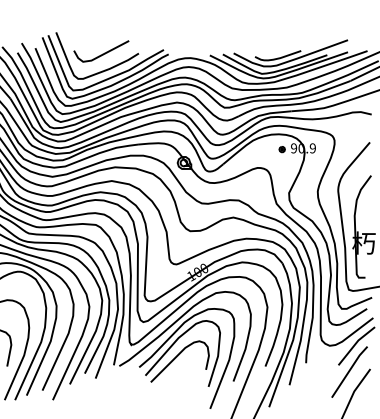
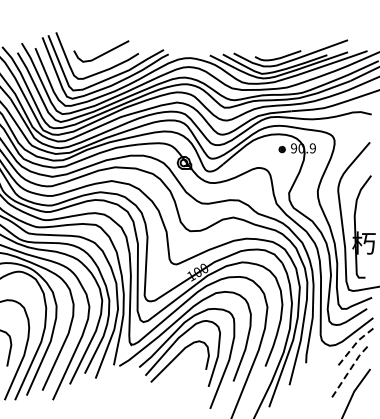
line at (355, 343): solid -> dashed
line at (349, 371): solid -> dashed
